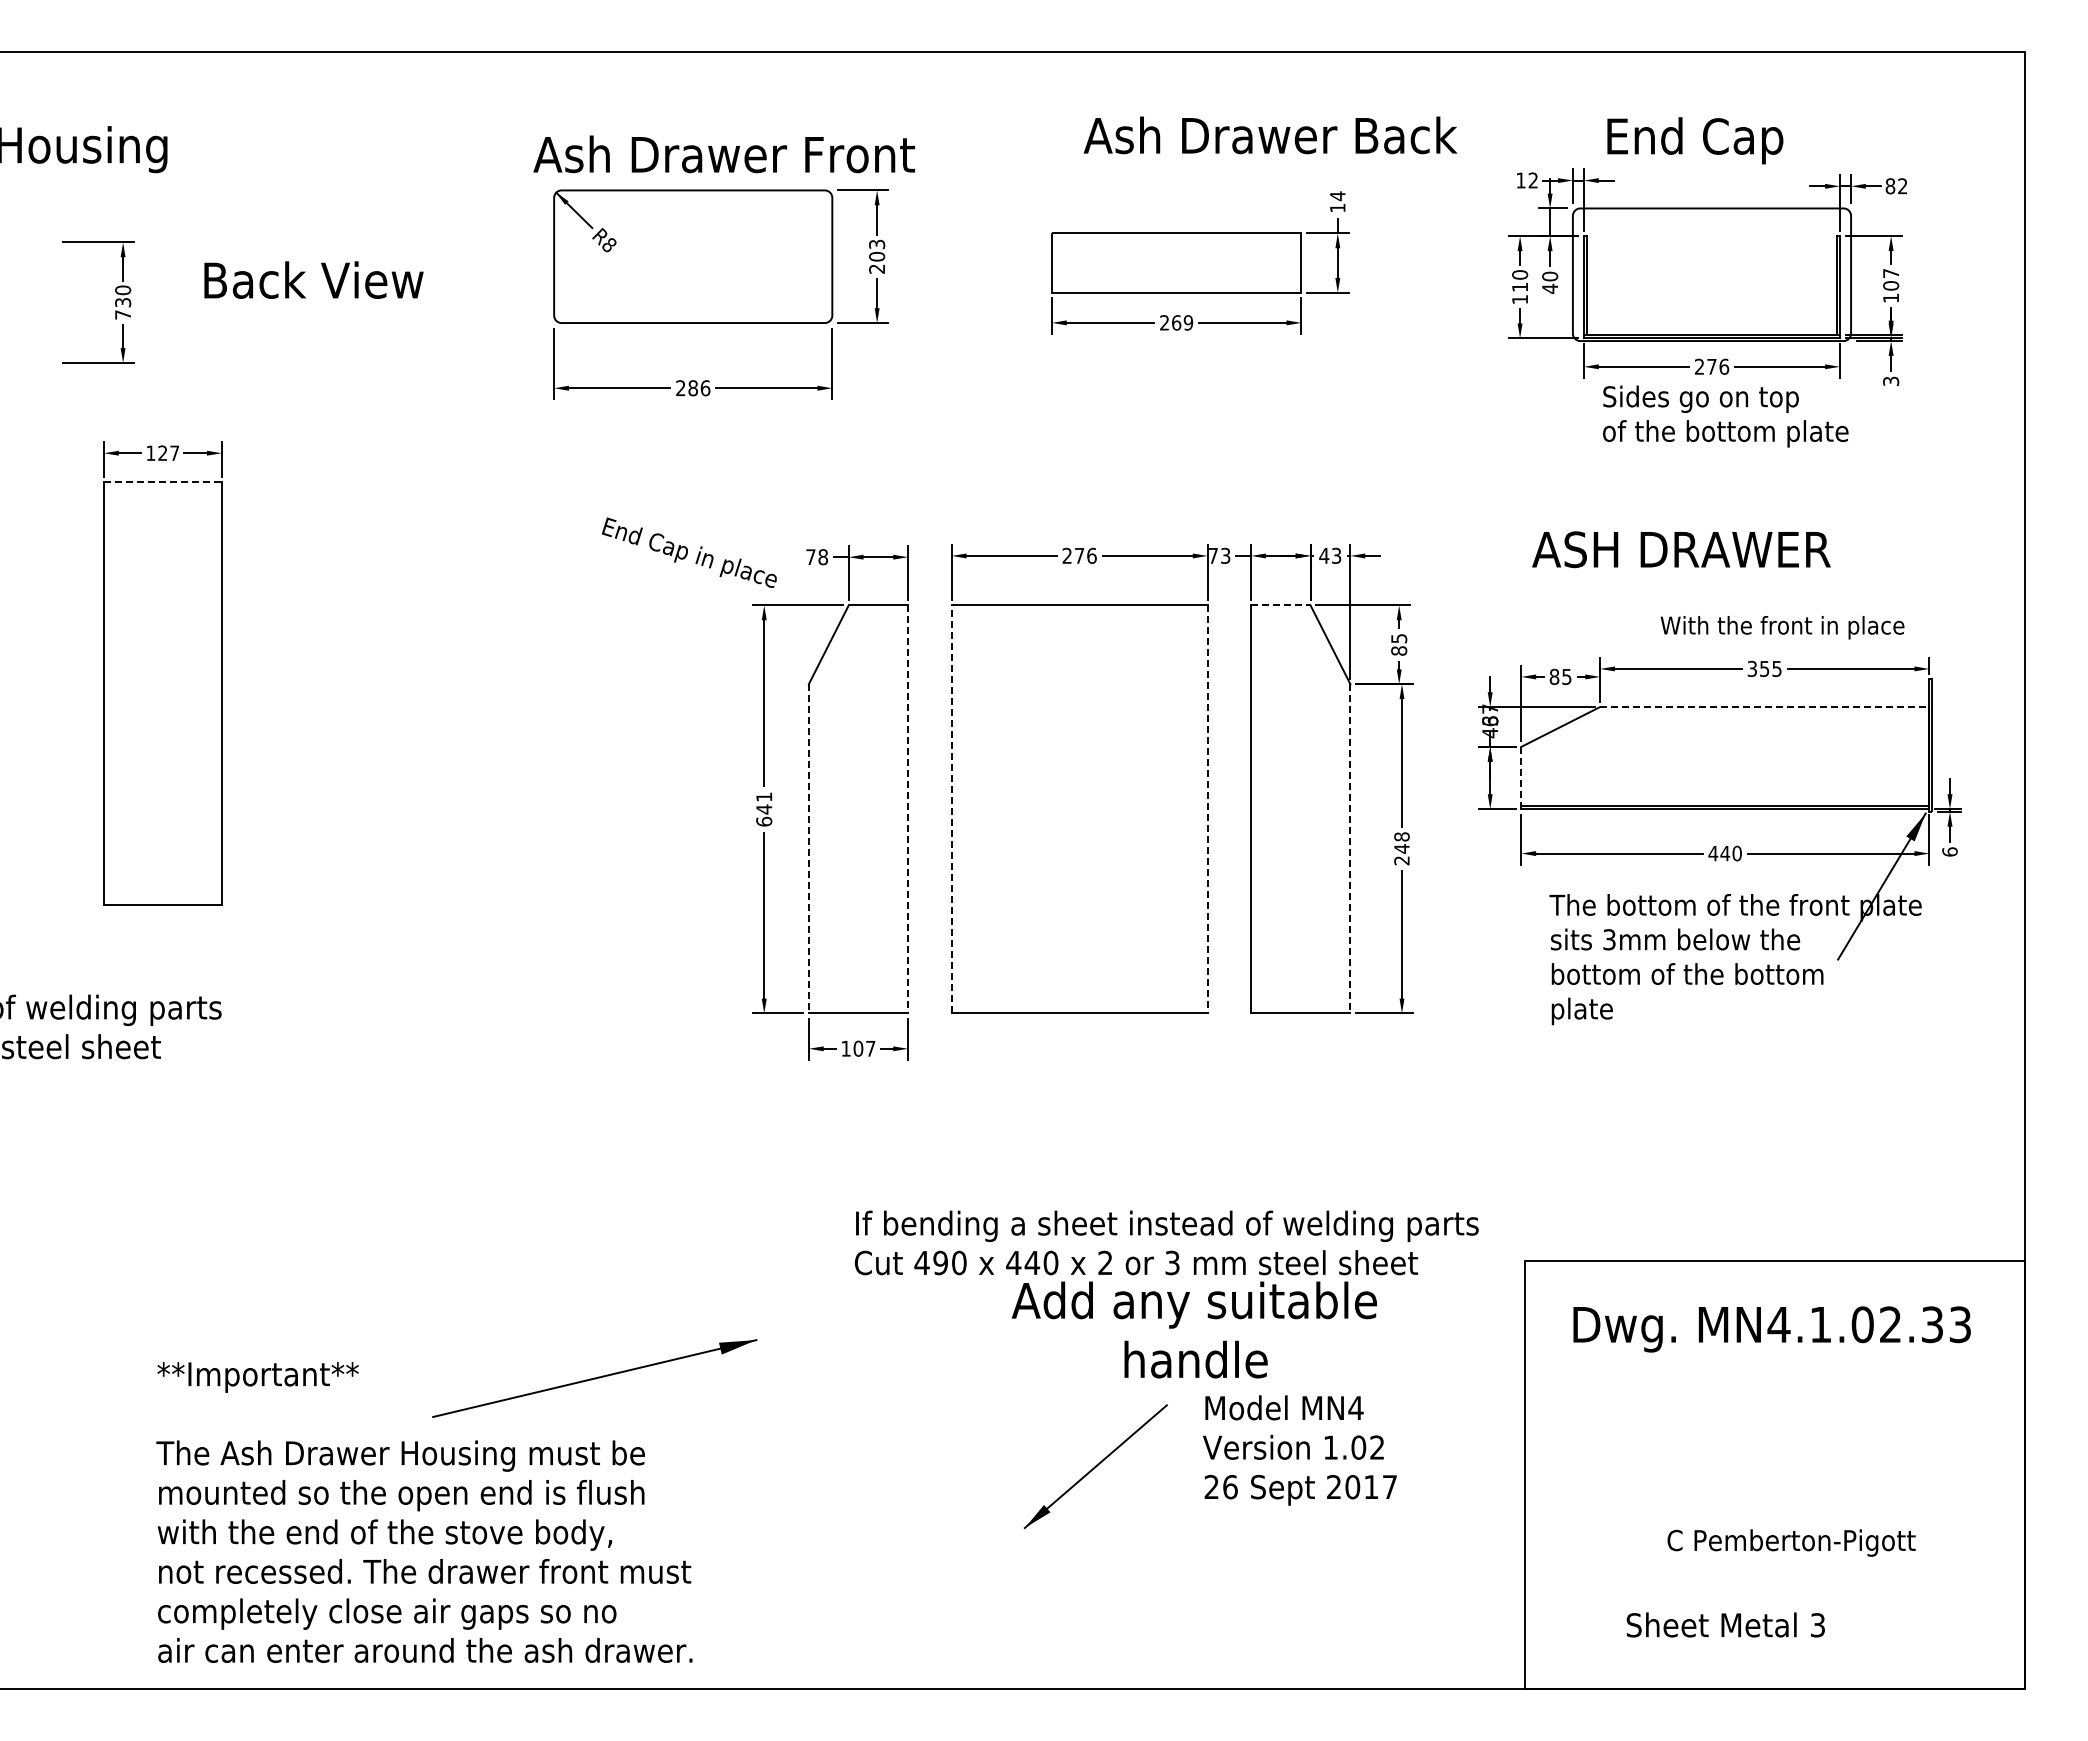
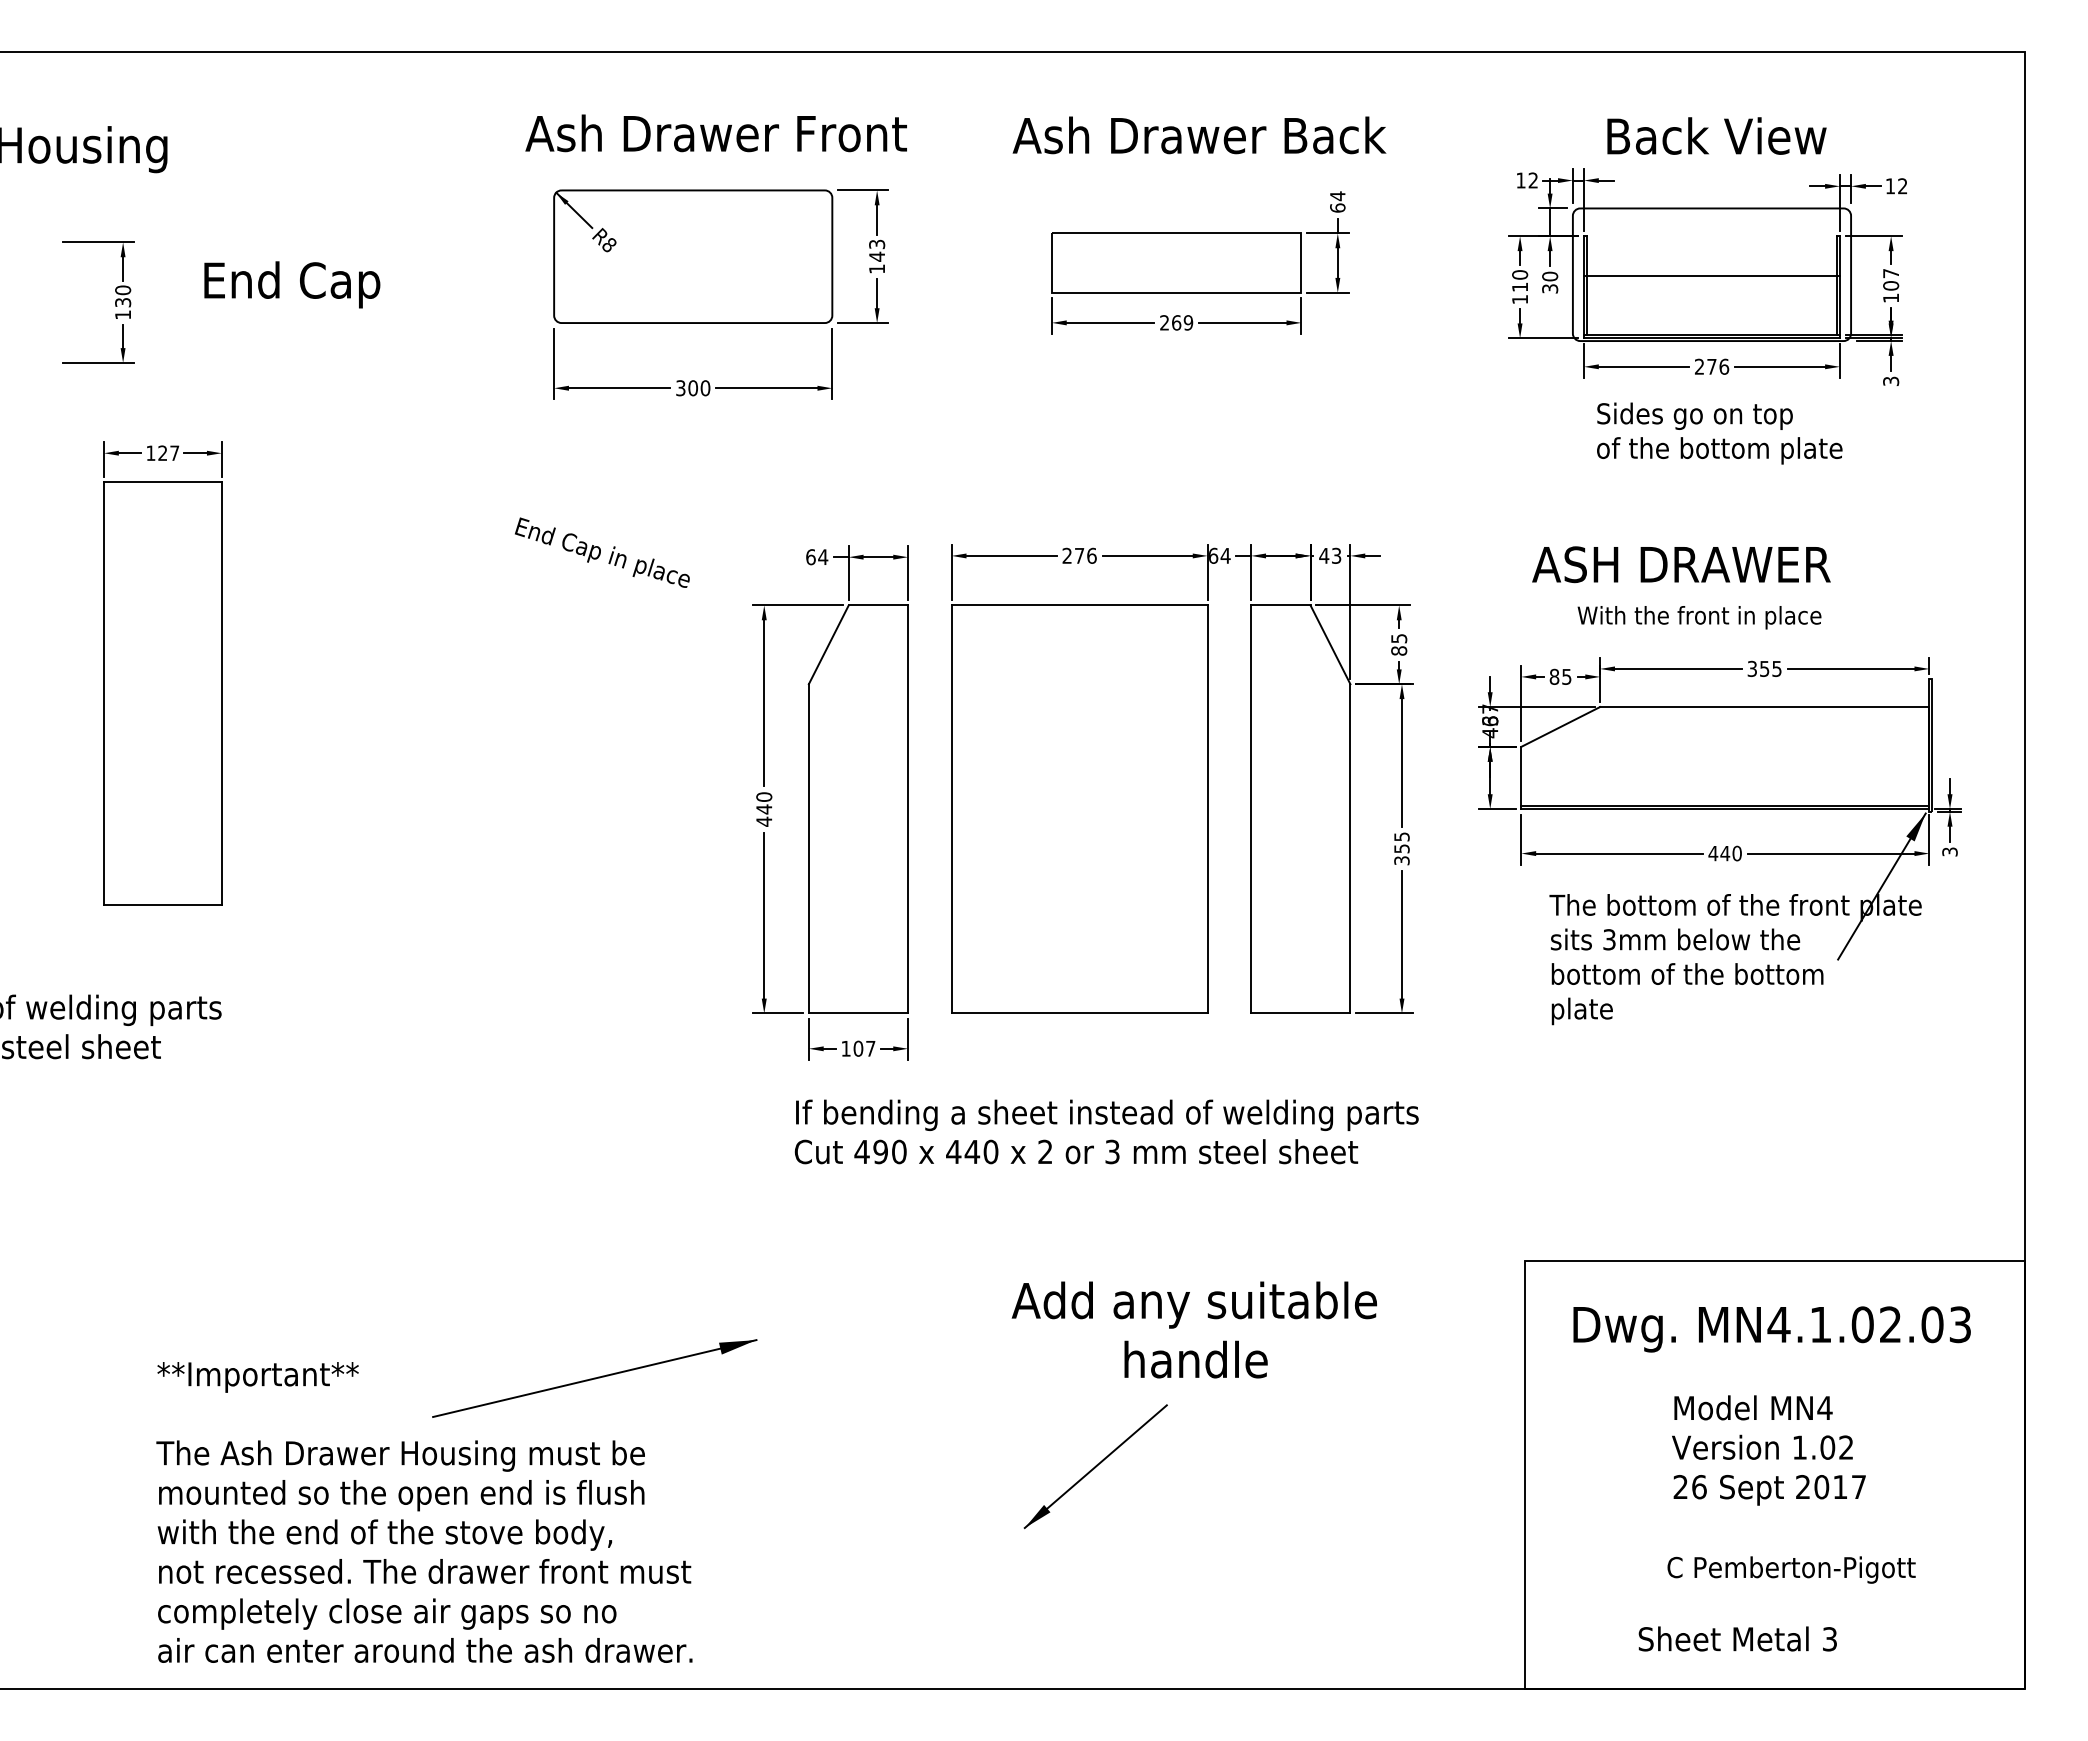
text at (1270, 135) position: (1270, 135) -> (1199, 135)
text at (1719, 140): End Cap -> Back View
text at (723, 154) position: (723, 154) -> (715, 133)
text at (1890, 186): 82 -> 12
text at (1337, 207): 14 -> 64
text at (877, 262): 203 -> 143
line at (1712, 276): none -> present
text at (320, 284): Back View -> End Cap
text at (1550, 288): 40 -> 30
text at (122, 314): 730 -> 130
text at (693, 388): 286 -> 300
text at (1725, 416) position: (1725, 416) -> (1719, 433)
line at (162, 482): dashed -> solid
text at (1681, 549) position: (1681, 549) -> (1681, 564)
text at (689, 552) position: (689, 552) -> (602, 552)
text at (1219, 555): 73 -> 64
text at (817, 557): 78 -> 64
line at (1280, 605): dashed -> solid
text at (1782, 627) position: (1782, 627) -> (1699, 617)
line at (1764, 707): dashed -> solid
line at (1521, 777): dashed -> solid
line at (951, 808): dashed -> solid
text at (764, 809): 641 -> 440
line at (908, 809): dashed -> solid
line at (1207, 809): dashed -> solid
line at (808, 848): dashed -> solid
line at (1350, 848): dashed -> solid
text at (1401, 848): 248 -> 355
text at (1949, 851): 6 -> 3
text at (1166, 1242) position: (1166, 1242) -> (1106, 1131)
text at (1932, 1324): MN4.1.02.33 -> MN4.1.02.03
text at (1299, 1450) position: (1299, 1450) -> (1768, 1450)
text at (1791, 1542) position: (1791, 1542) -> (1791, 1569)
text at (1725, 1624) position: (1725, 1624) -> (1737, 1638)
